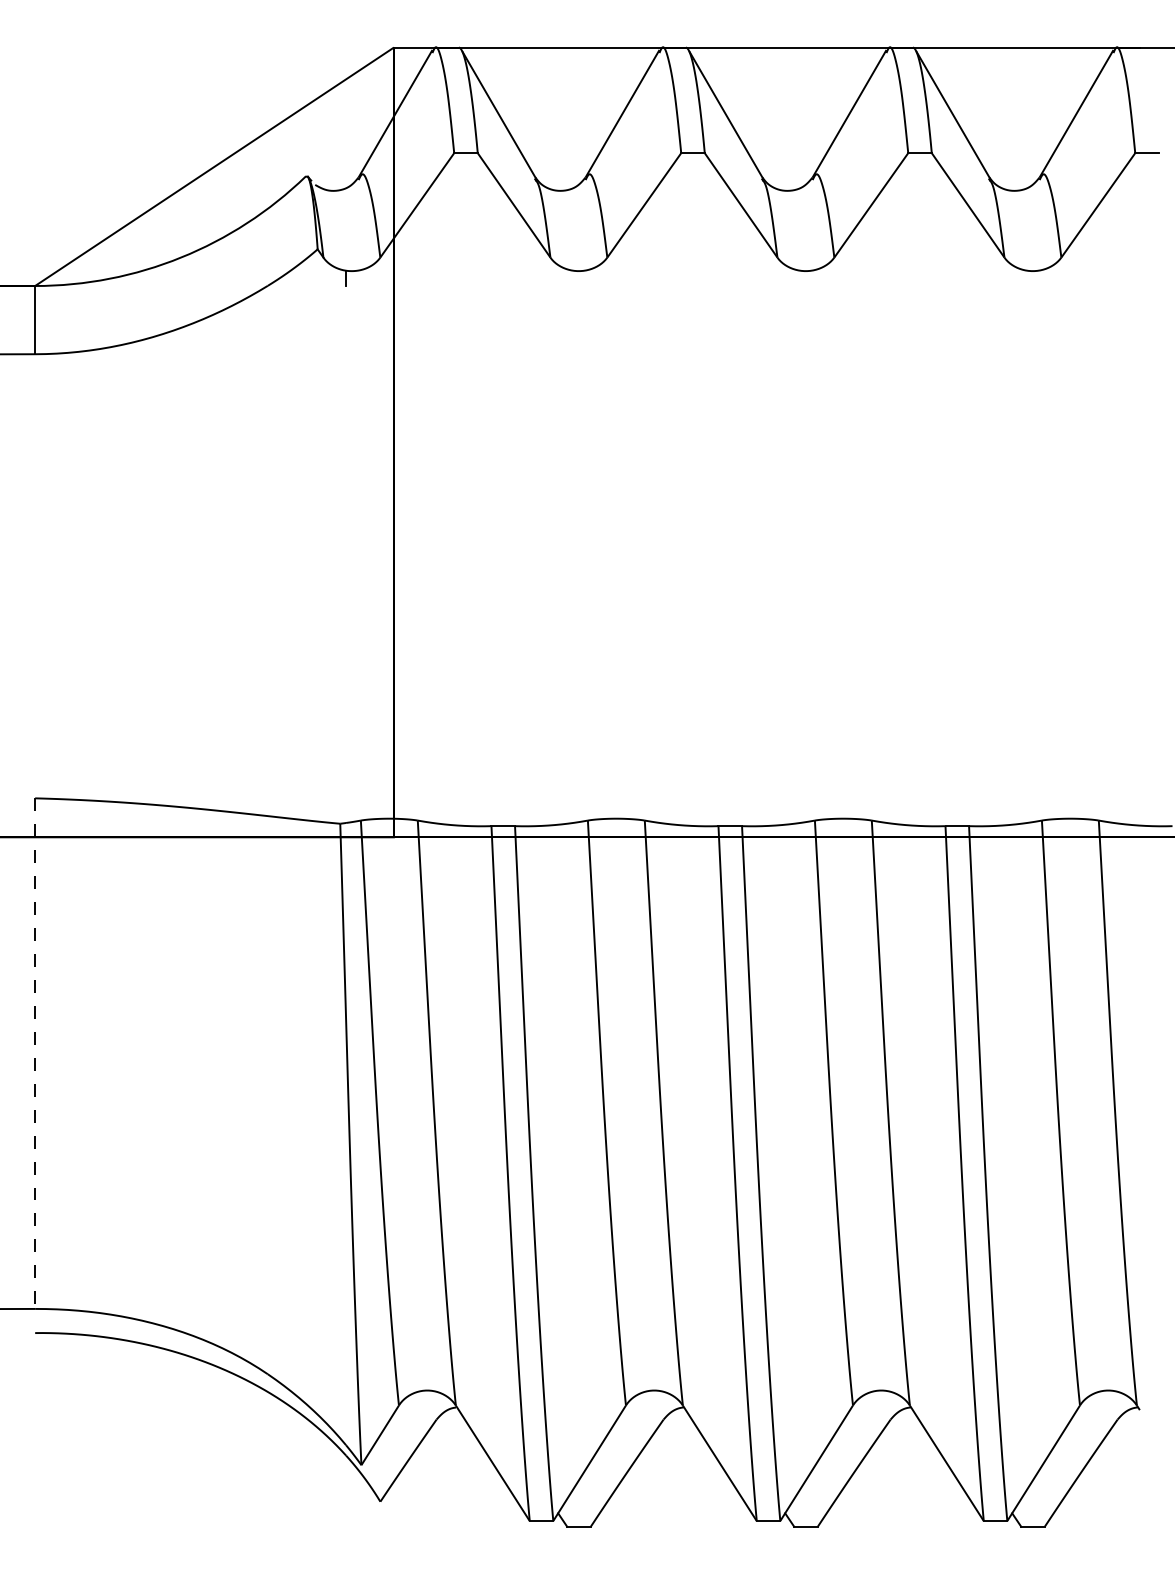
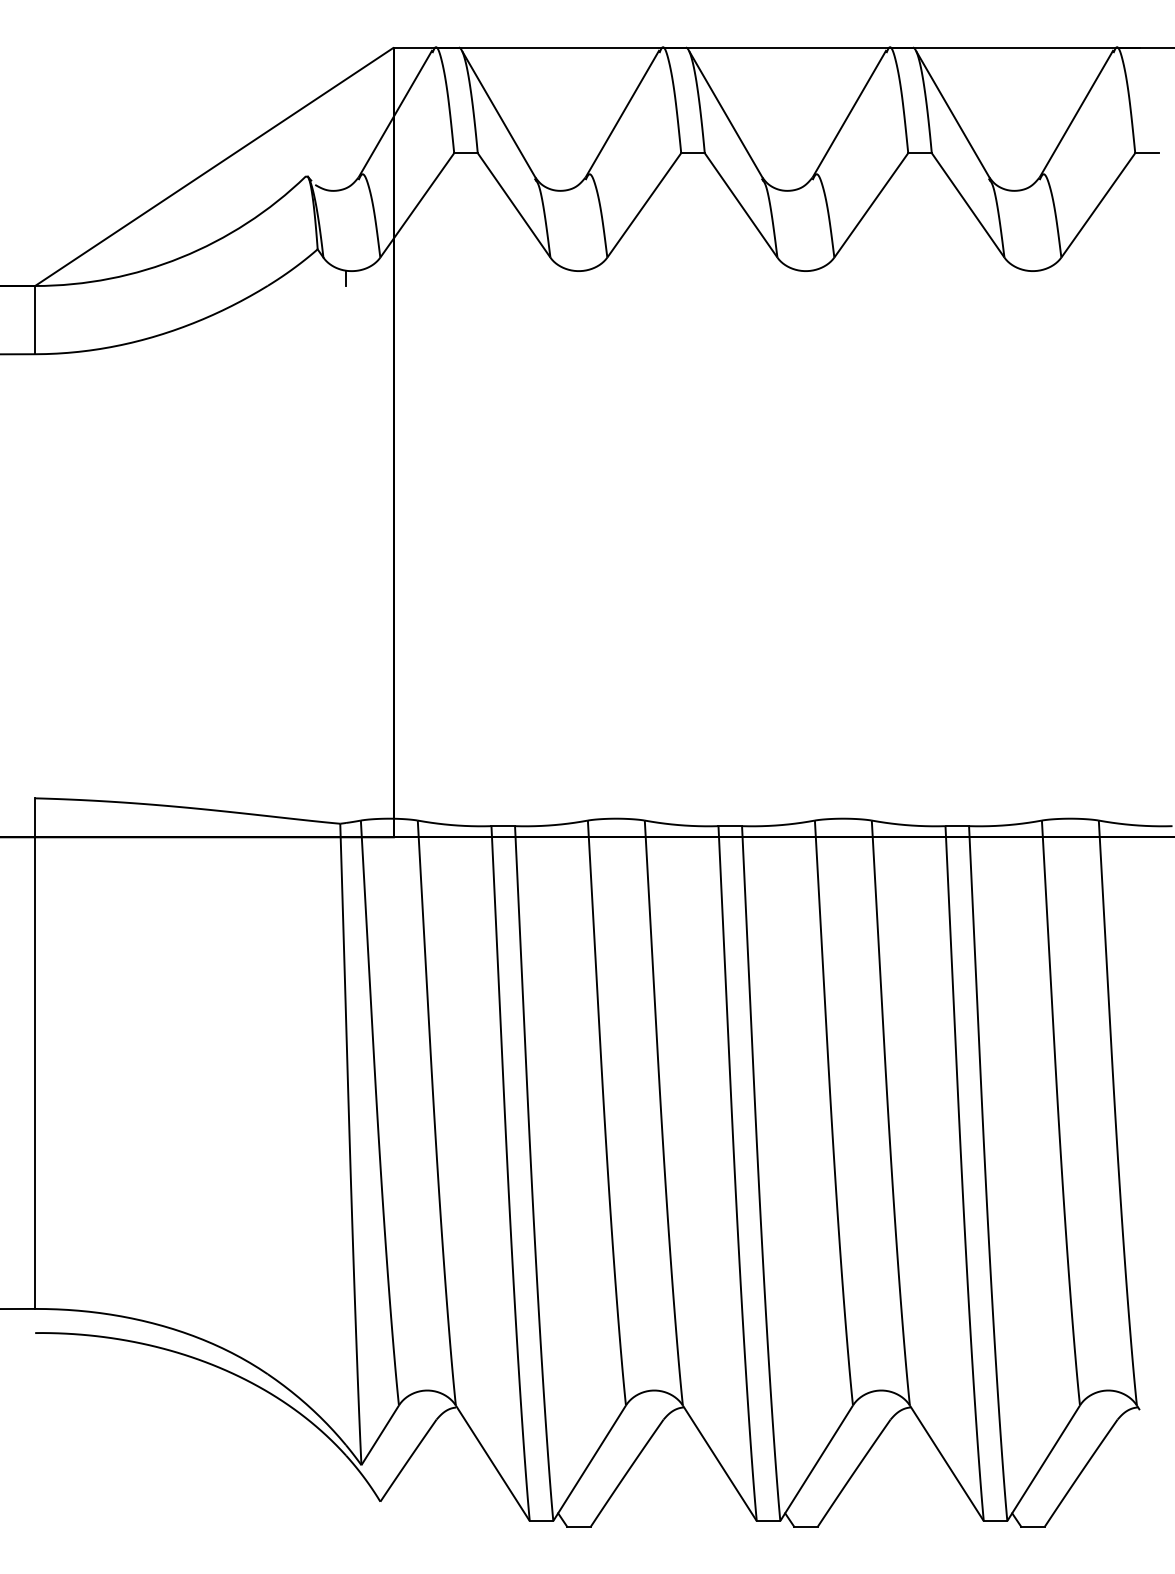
line at (35, 1054): dashed -> solid
